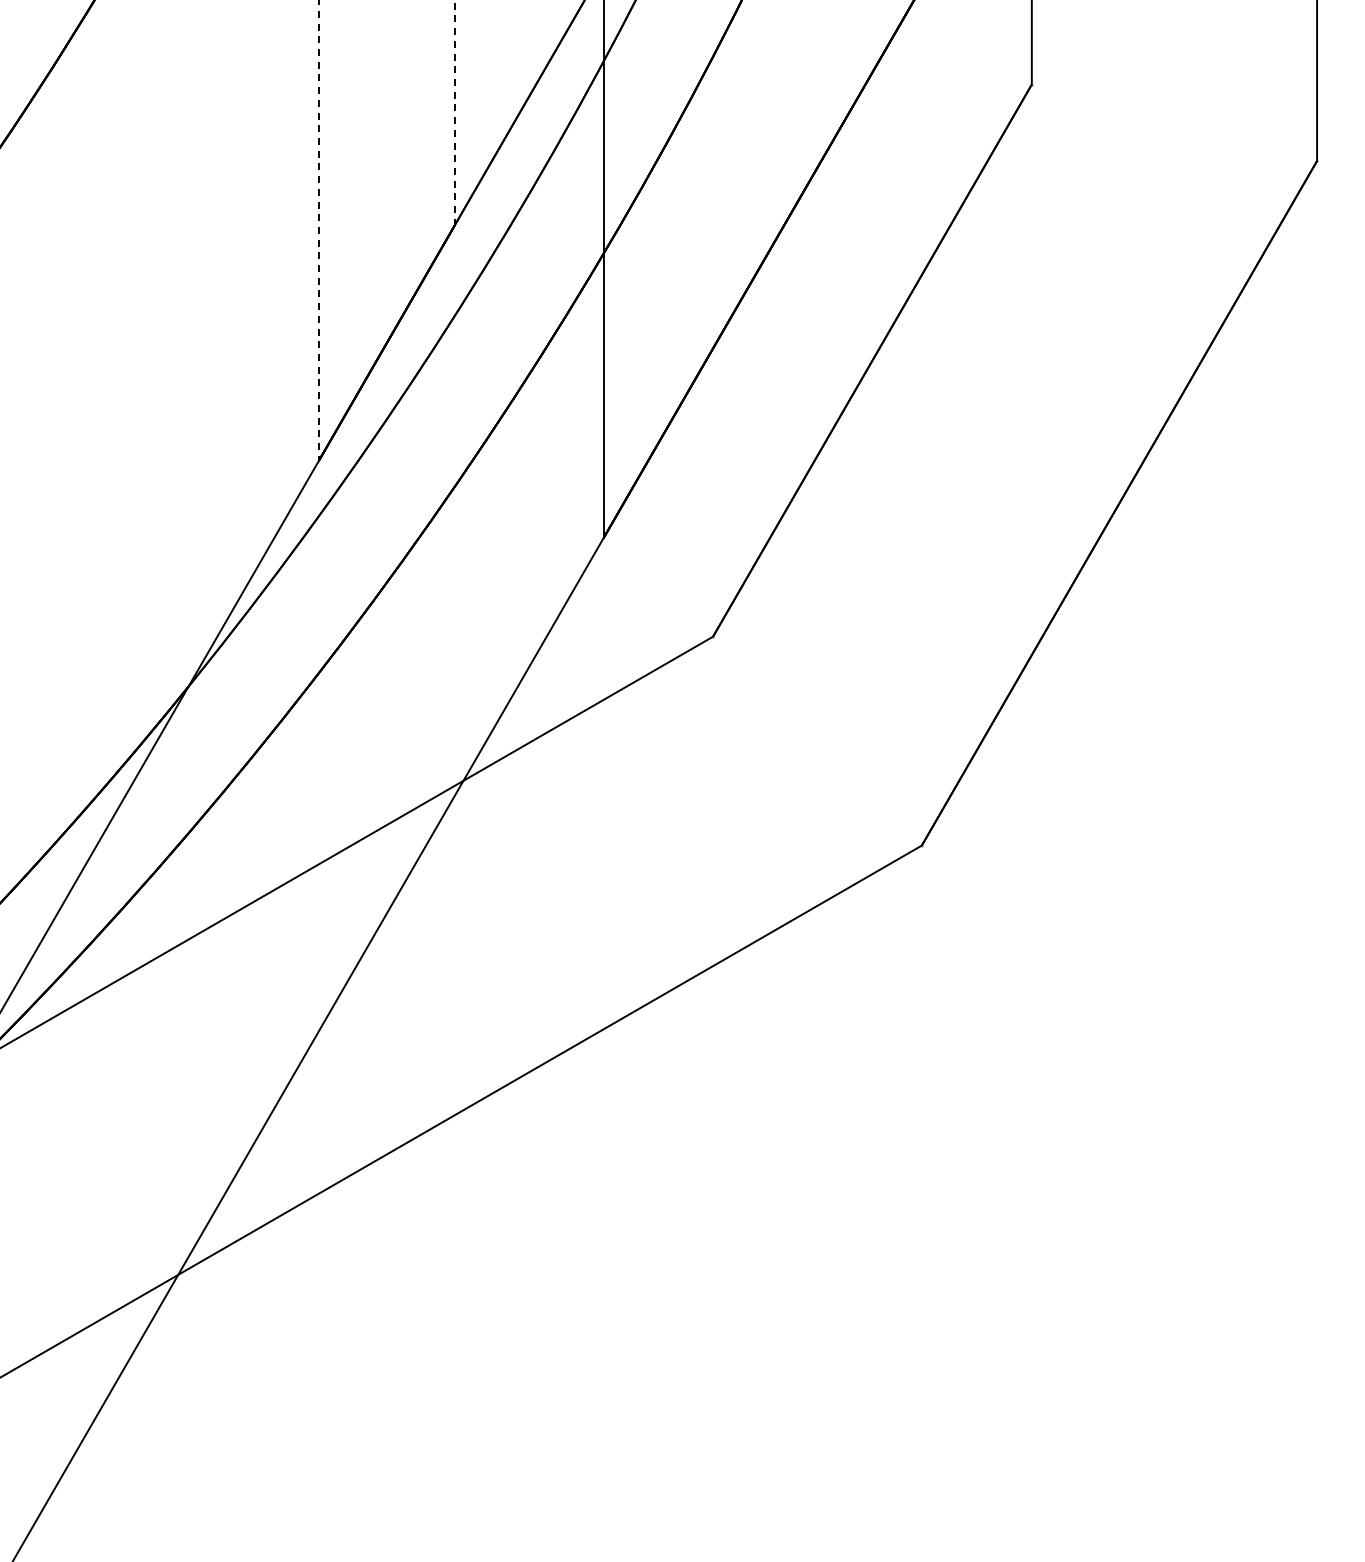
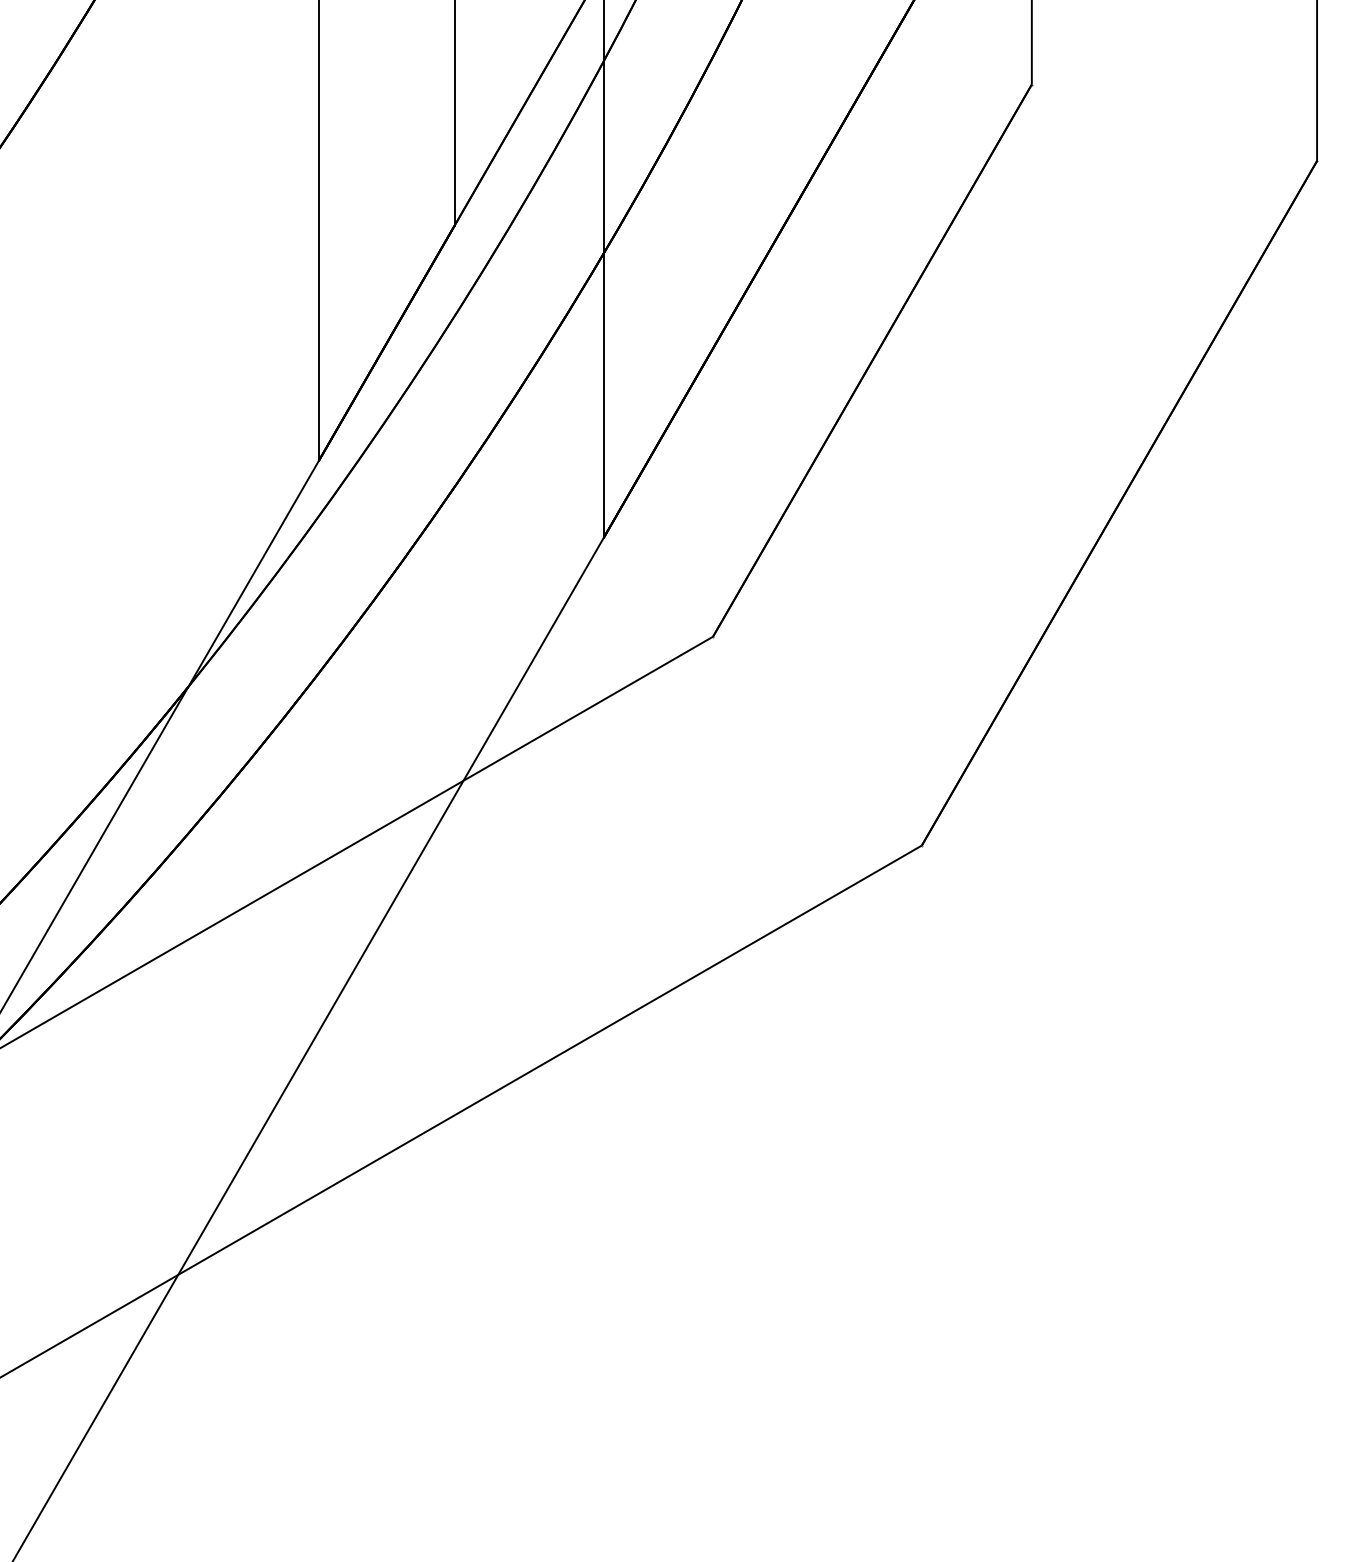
line at (454, 112): dashed -> solid
line at (318, 231): dashed -> solid
